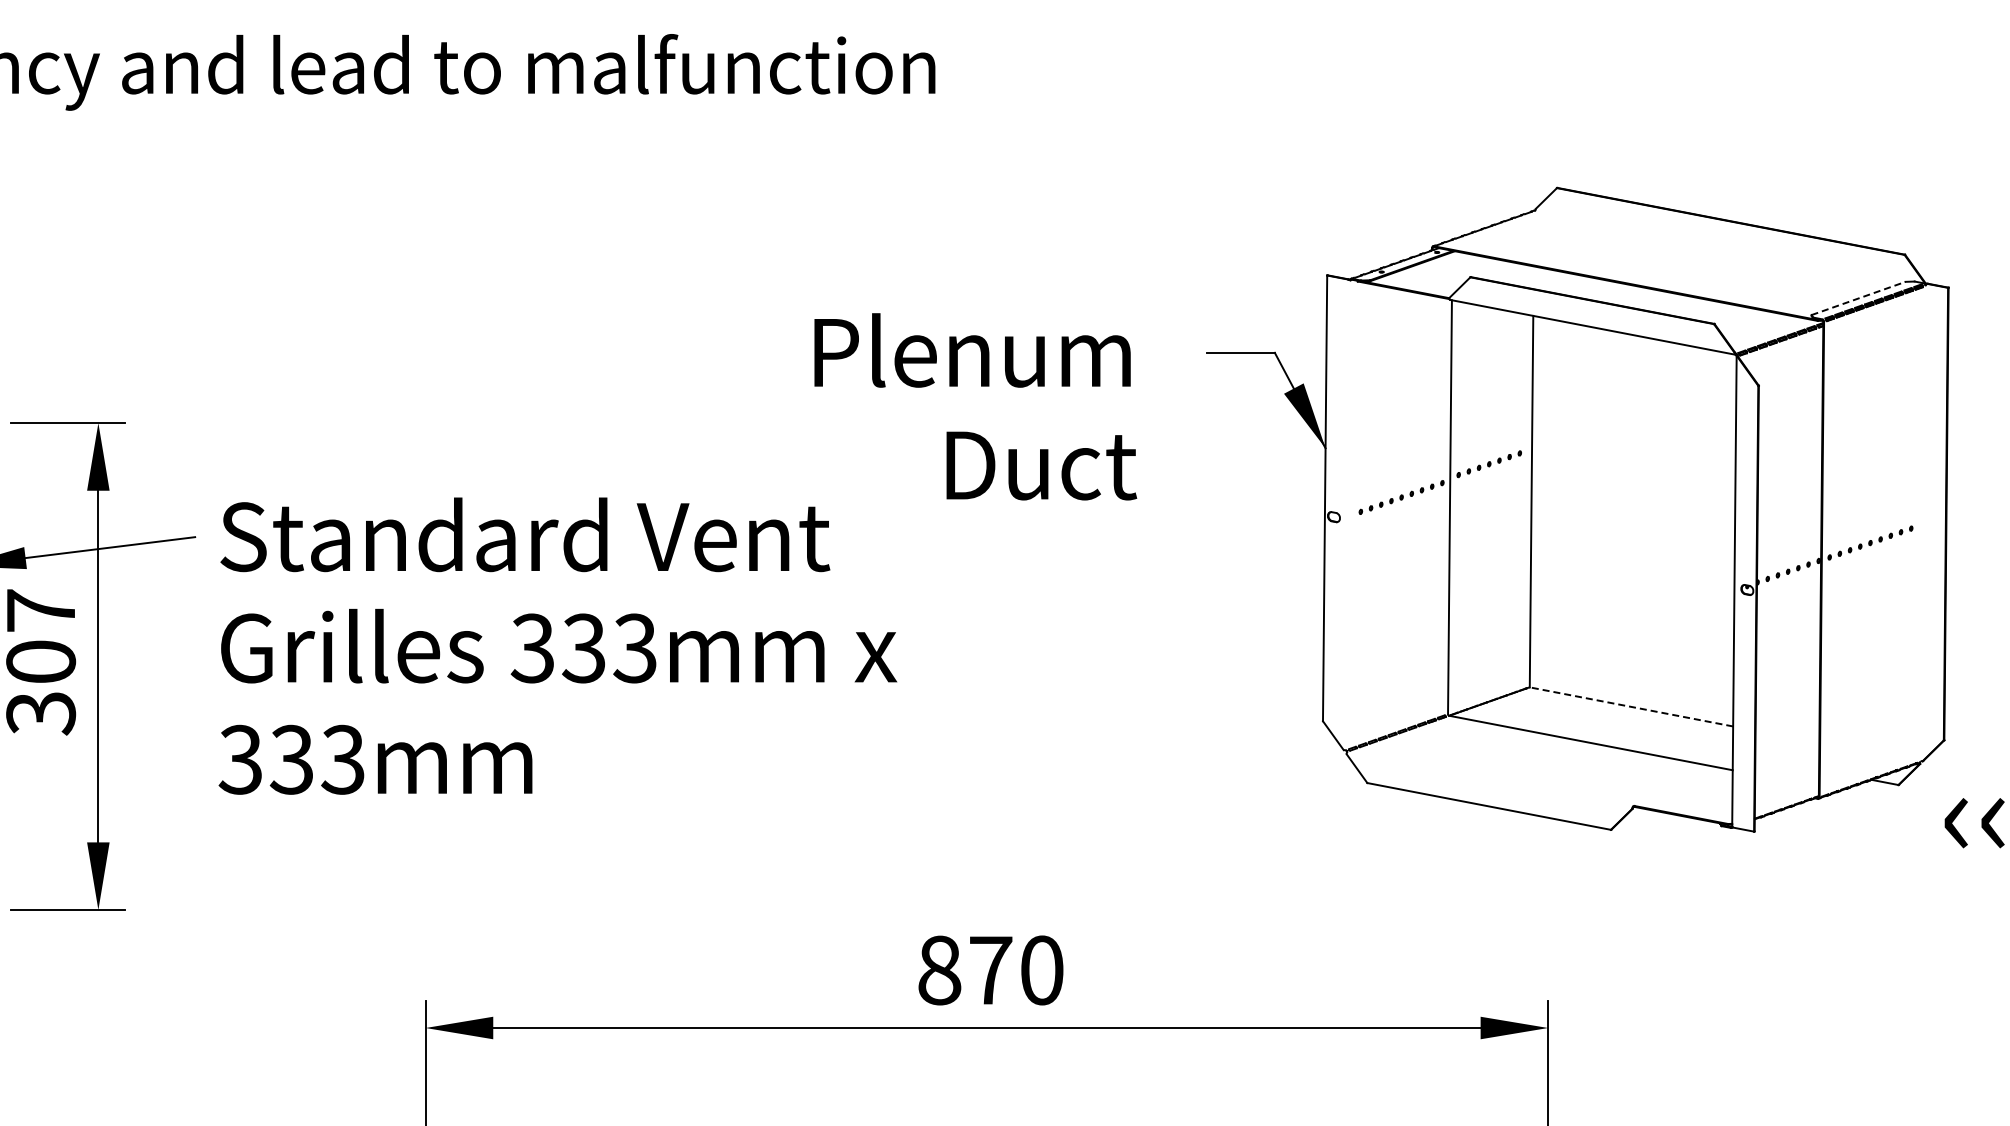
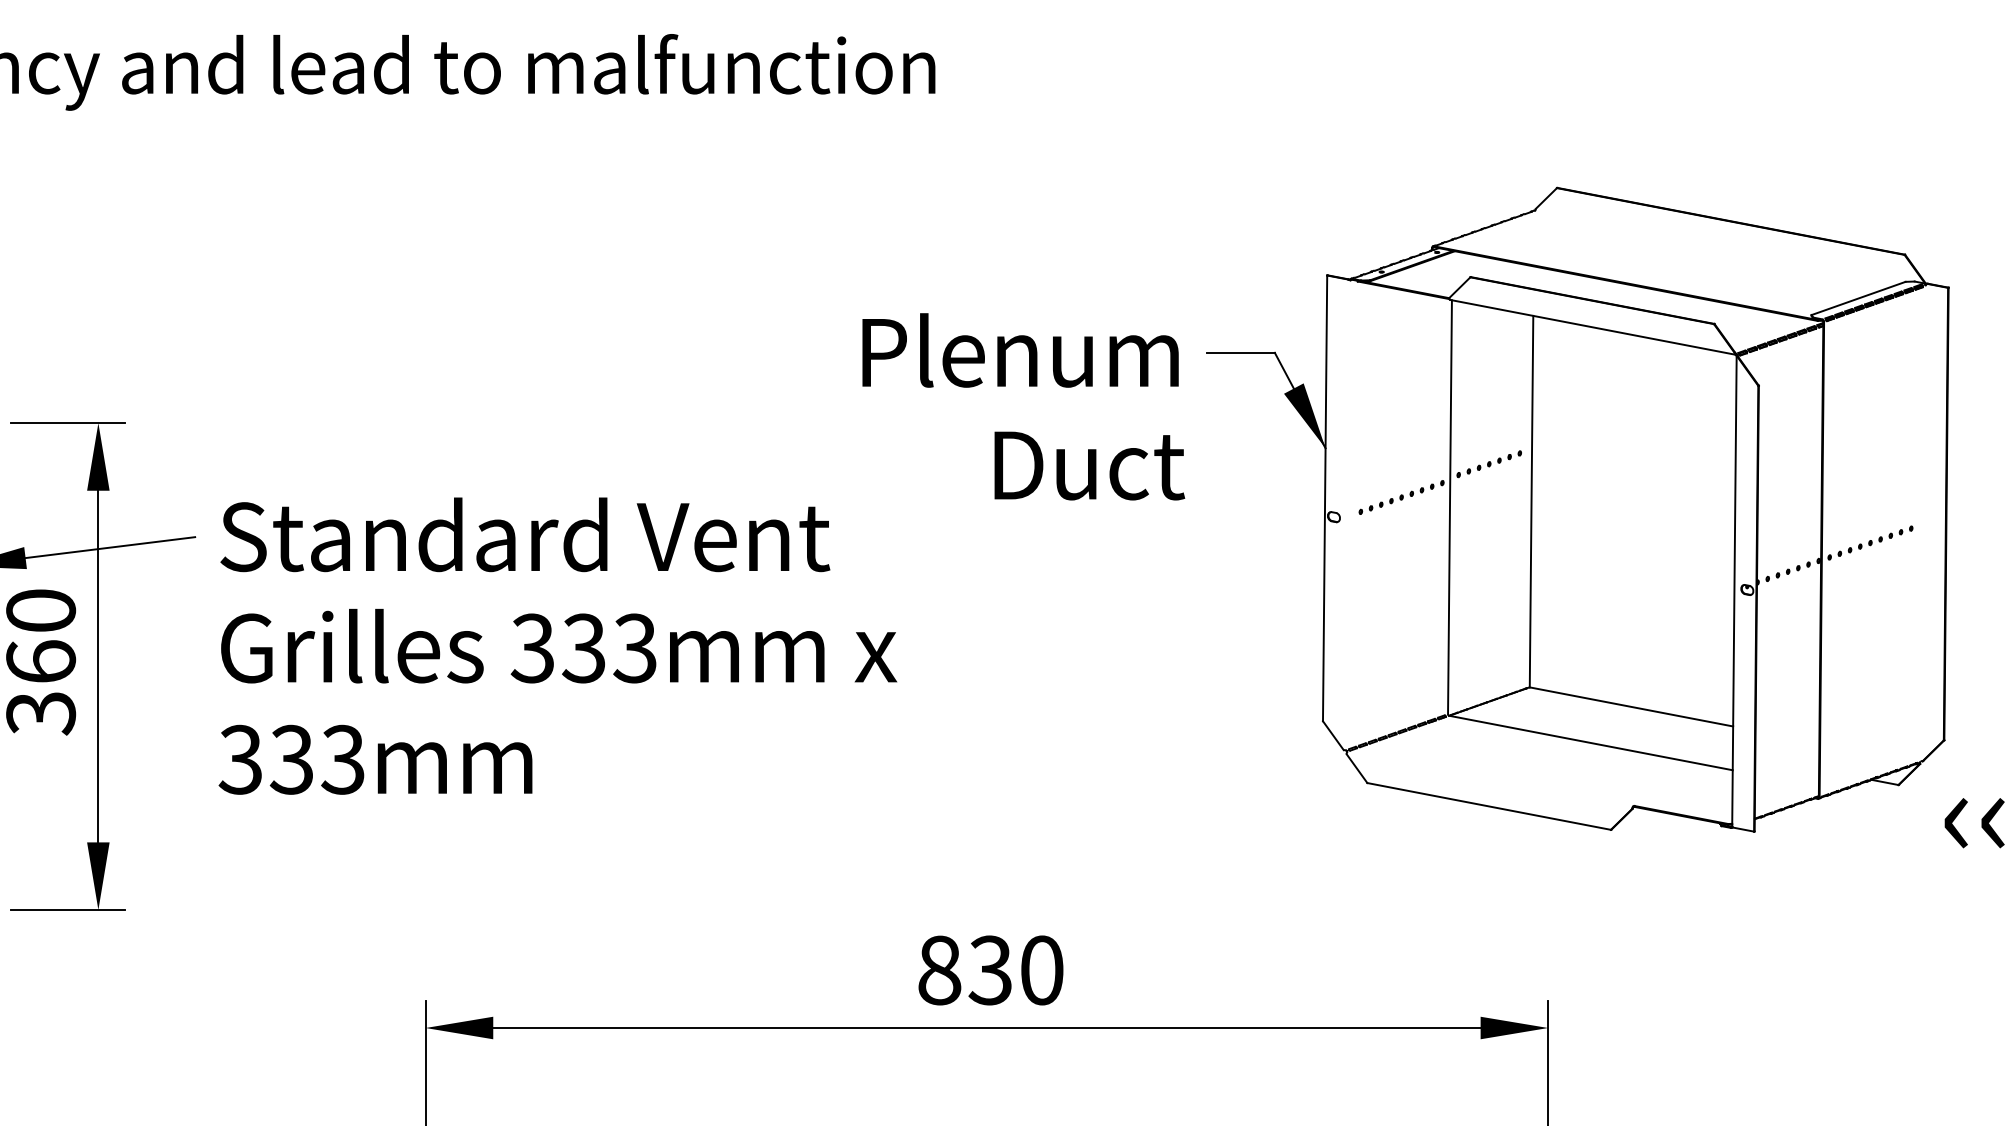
line at (1858, 298): dashed -> solid
text at (975, 406) position: (975, 406) -> (1023, 406)
text at (41, 635): 307 -> 360
line at (1631, 706): dashed -> solid
text at (990, 970): 870 -> 830
